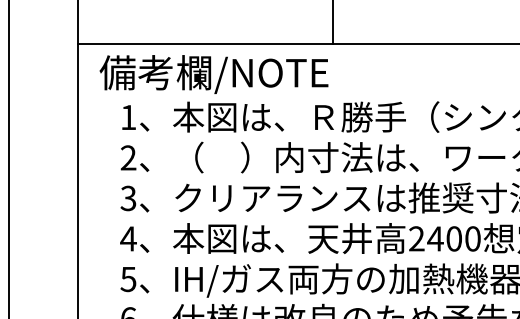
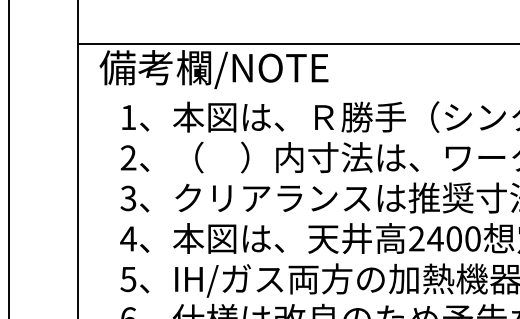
line at (332, 22): present -> none
text at (213, 74) position: (213, 74) -> (213, 69)
